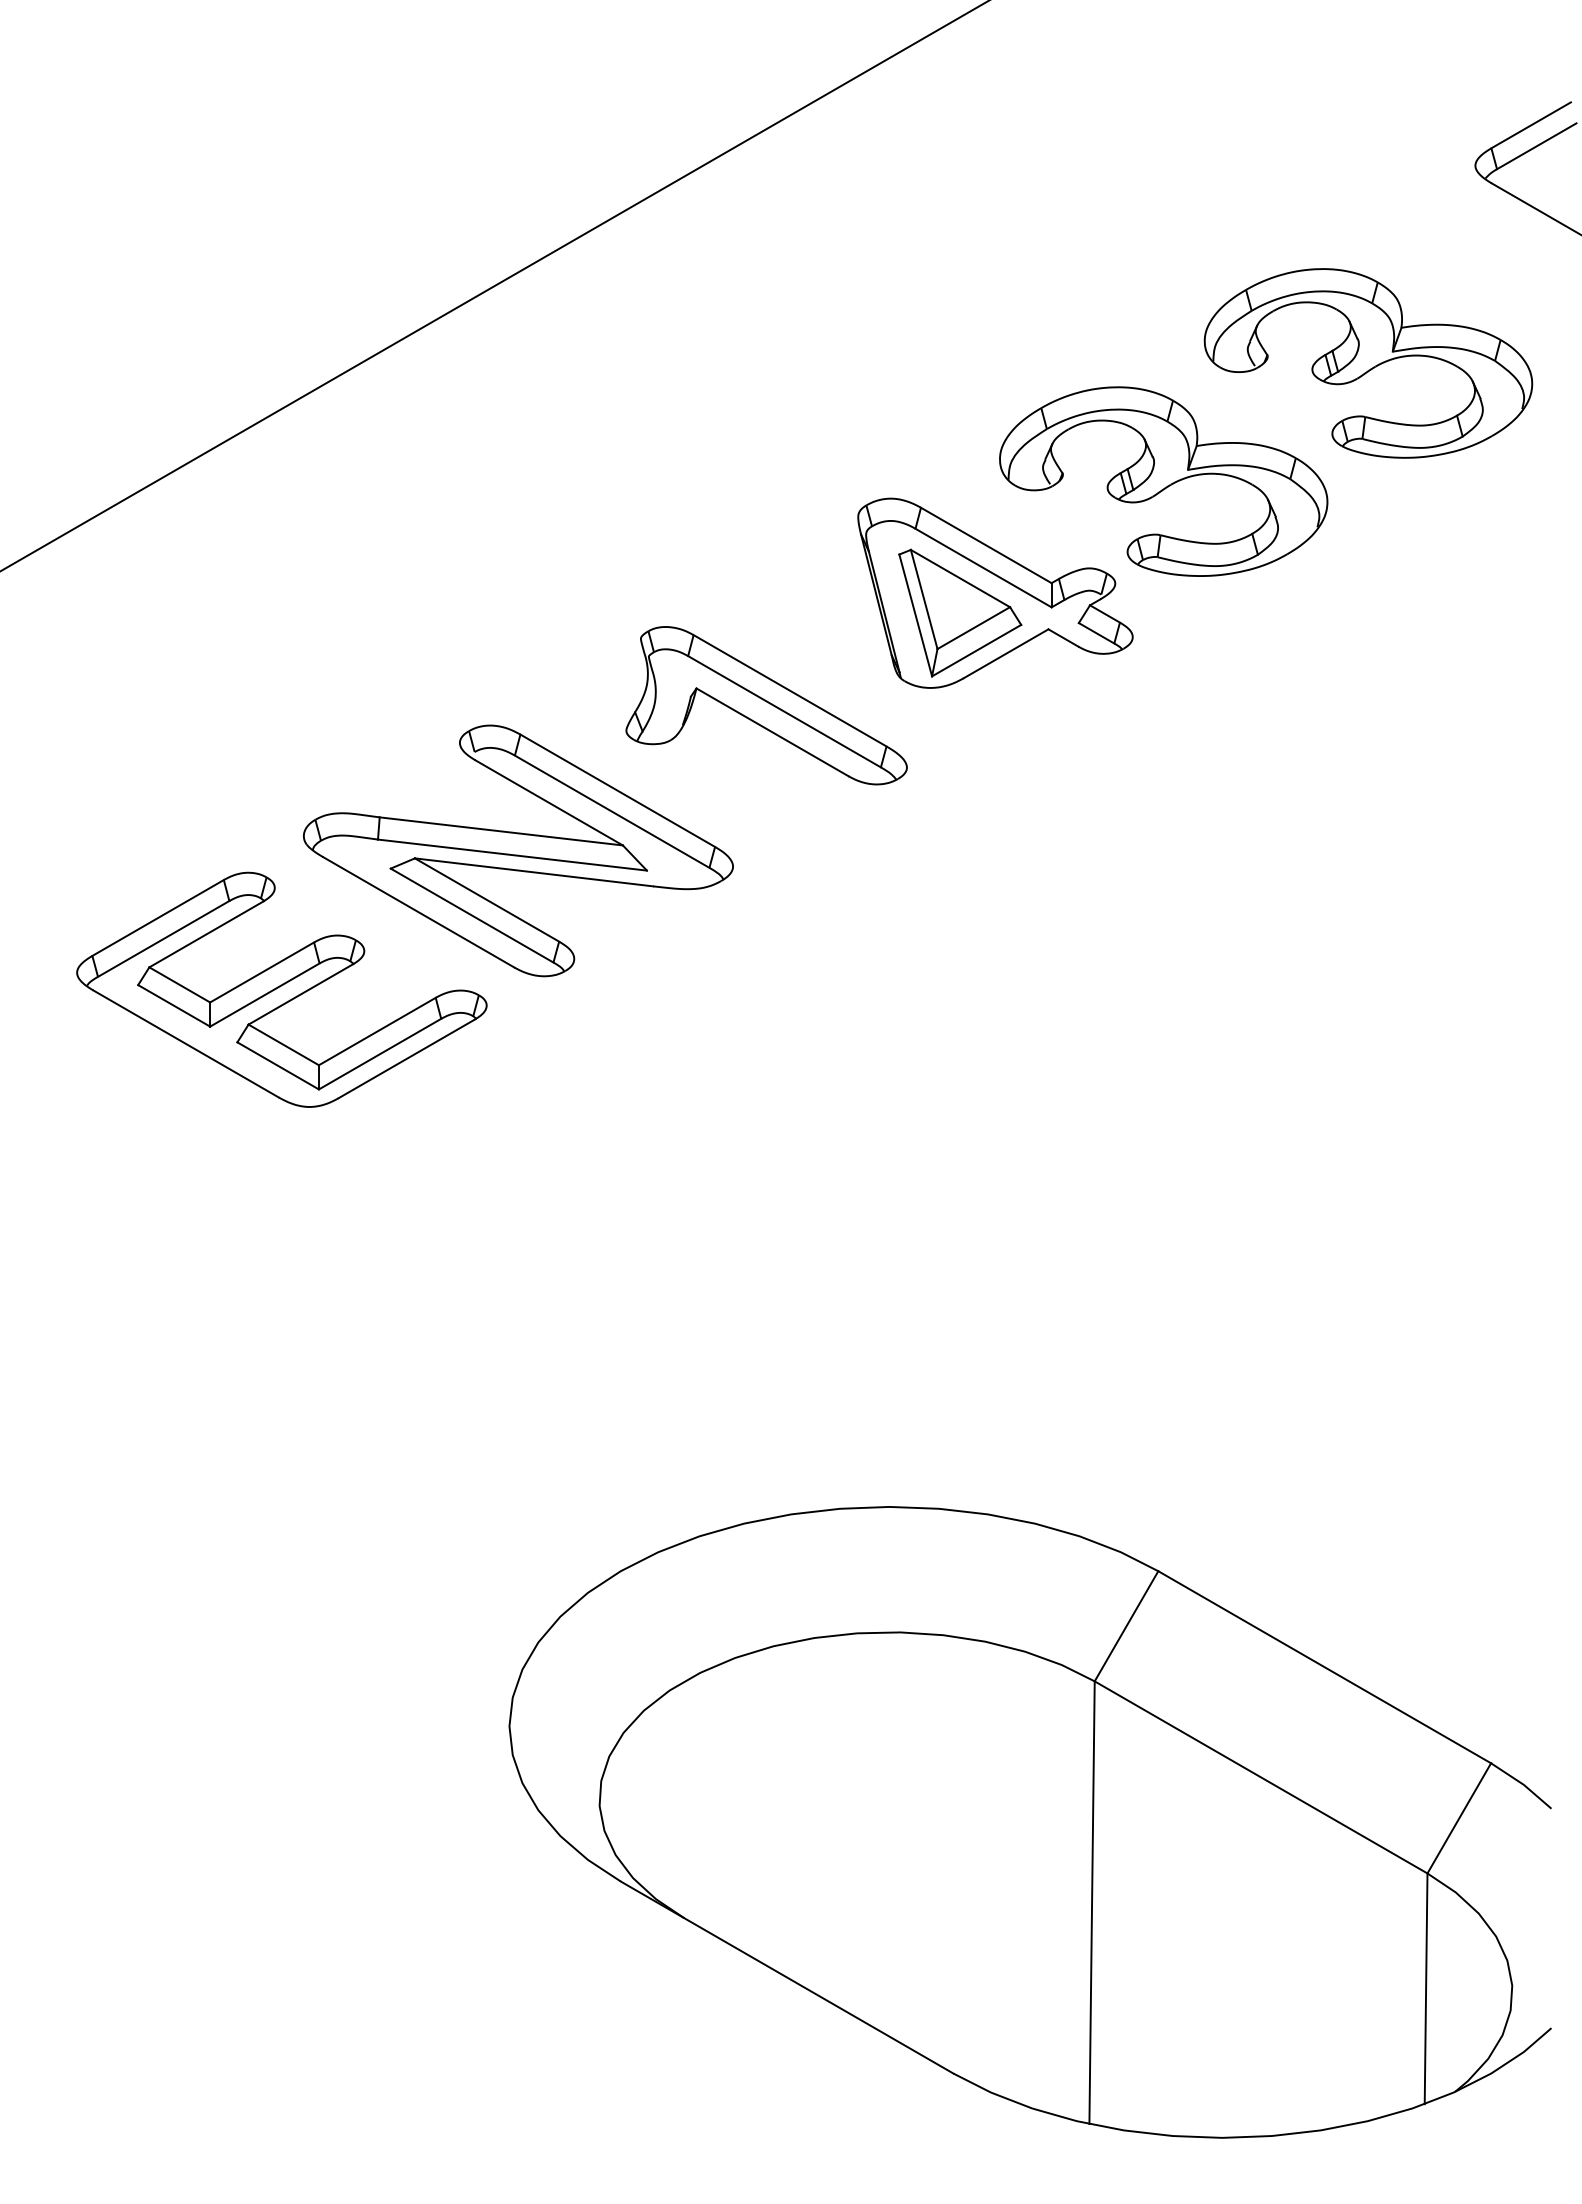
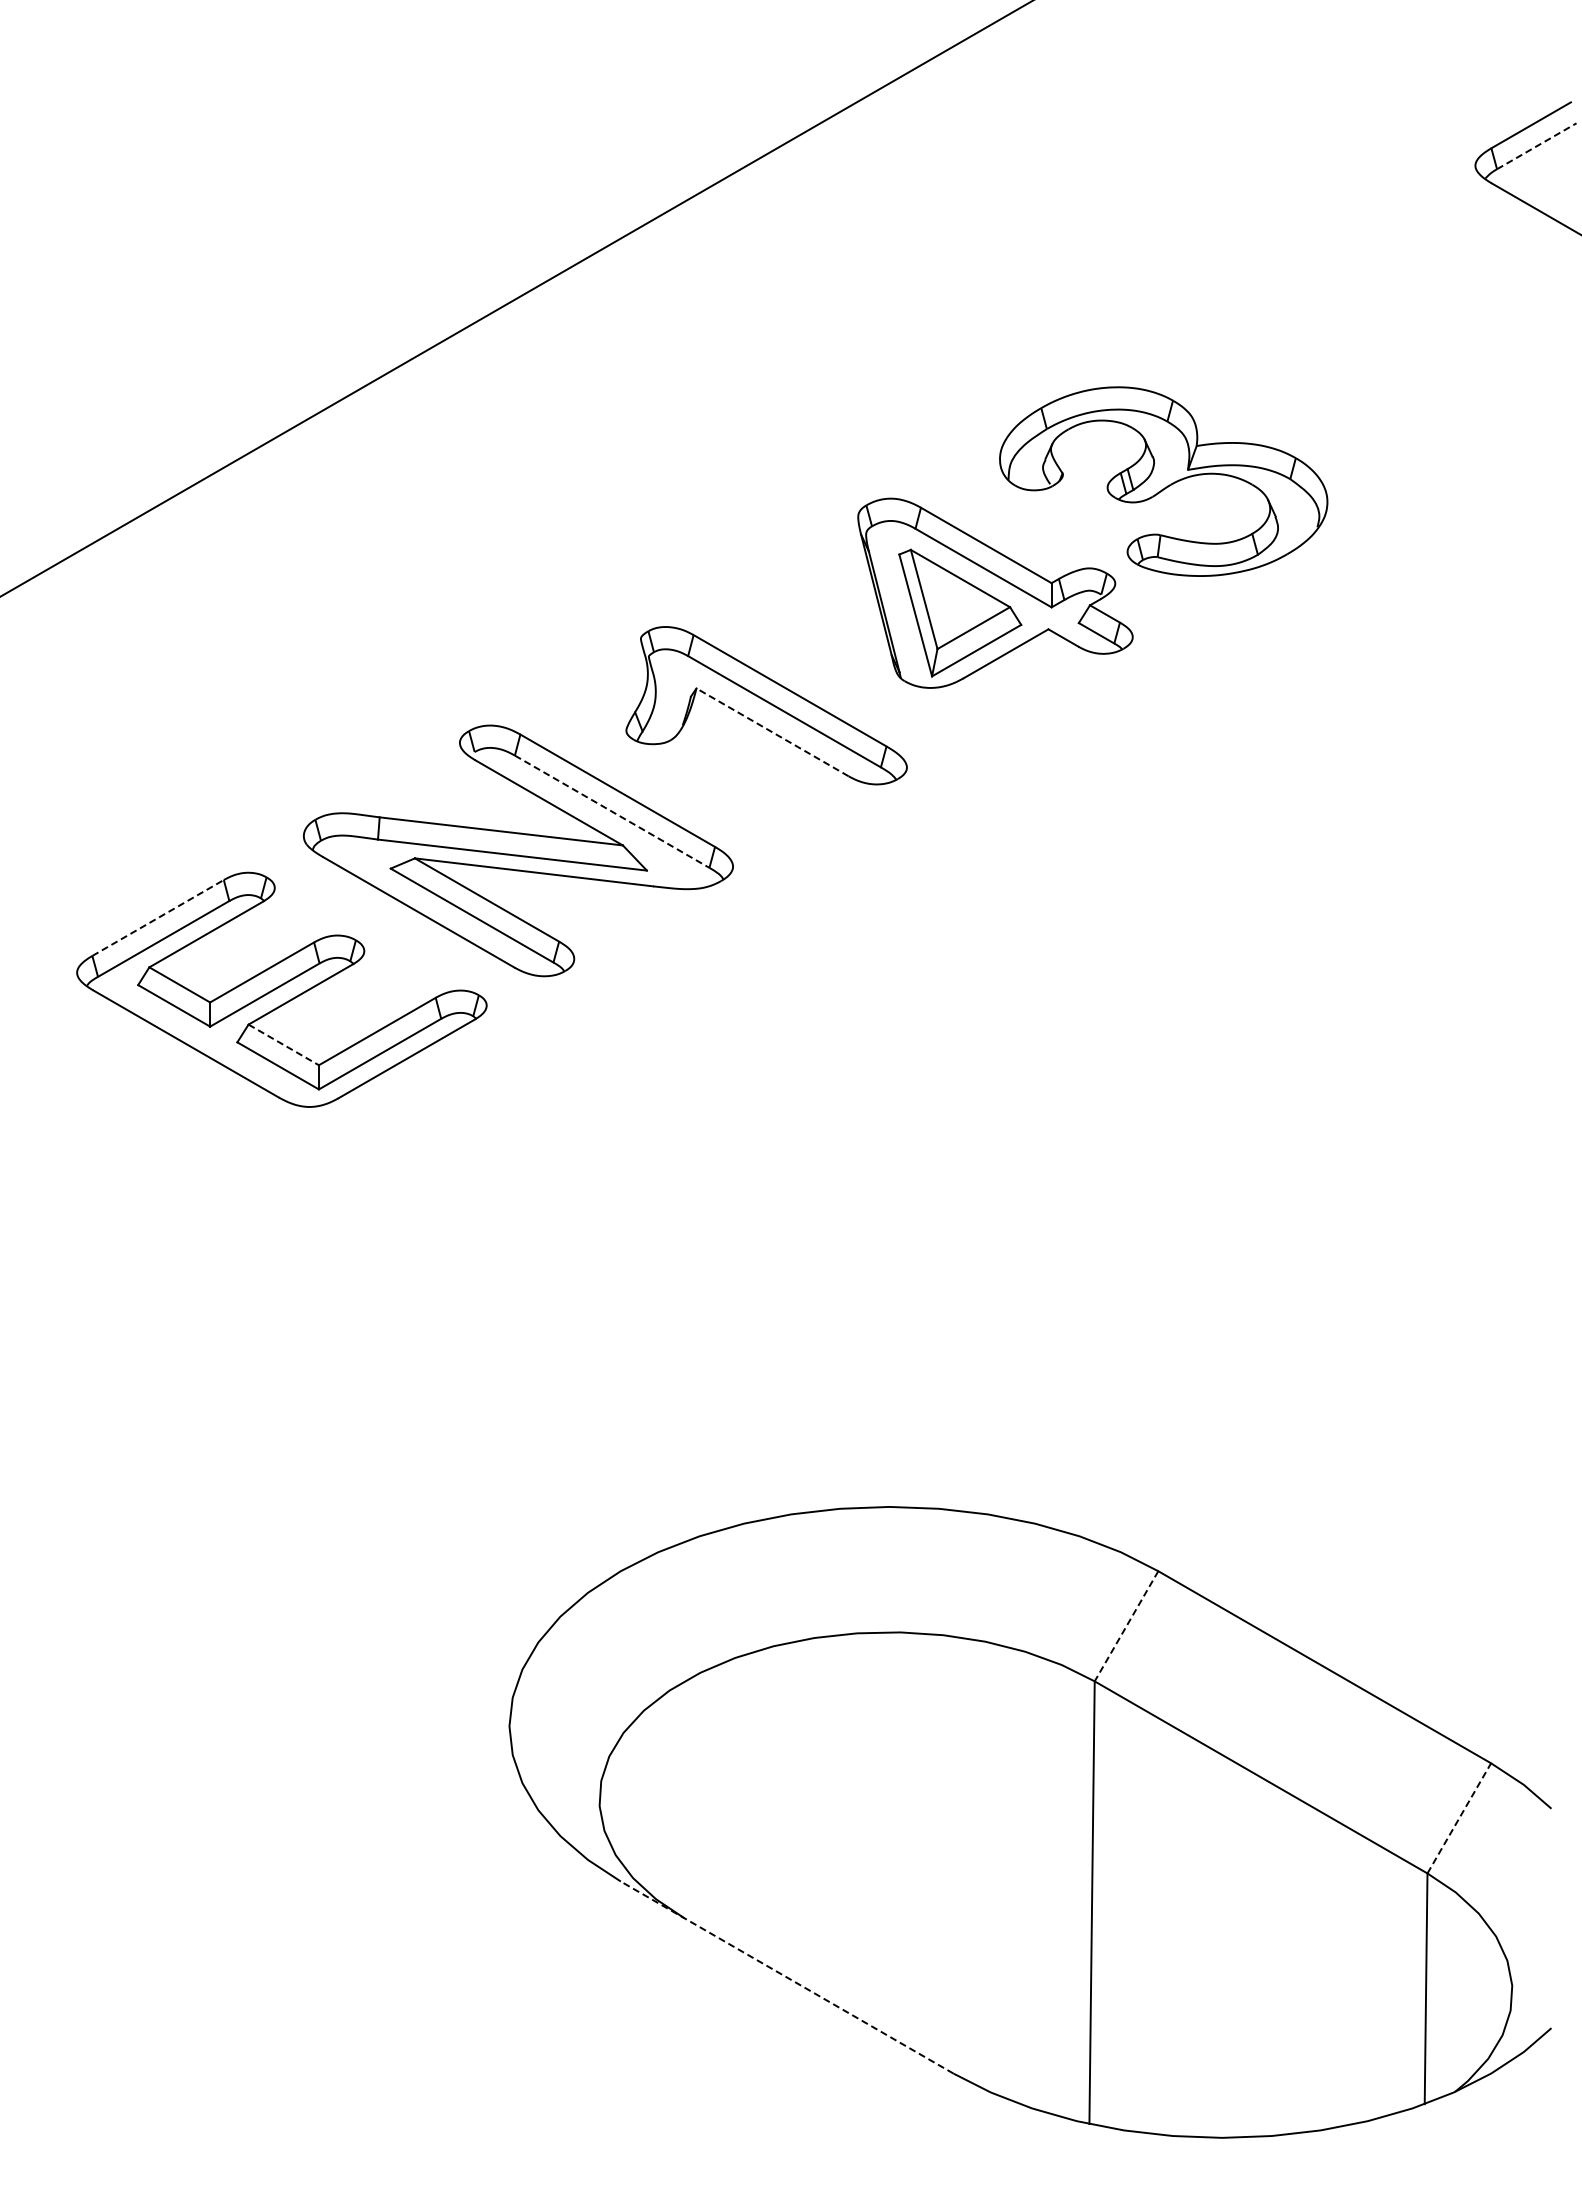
line at (1536, 146): solid -> dashed
line at (493, 286) position: (493, 286) -> (515, 298)
part at (1368, 363): present -> none
line at (772, 732): solid -> dashed
line at (612, 811): solid -> dashed
line at (158, 917): solid -> dashed
line at (283, 1044): solid -> dashed
line at (1126, 1626): solid -> dashed
line at (1459, 1818): solid -> dashed
line at (786, 1977): solid -> dashed
